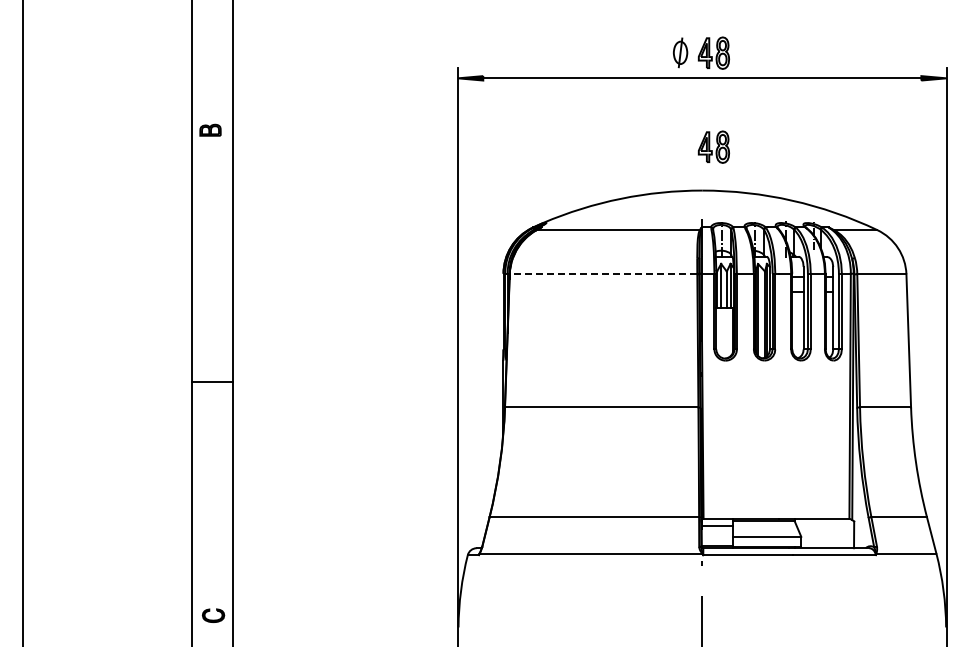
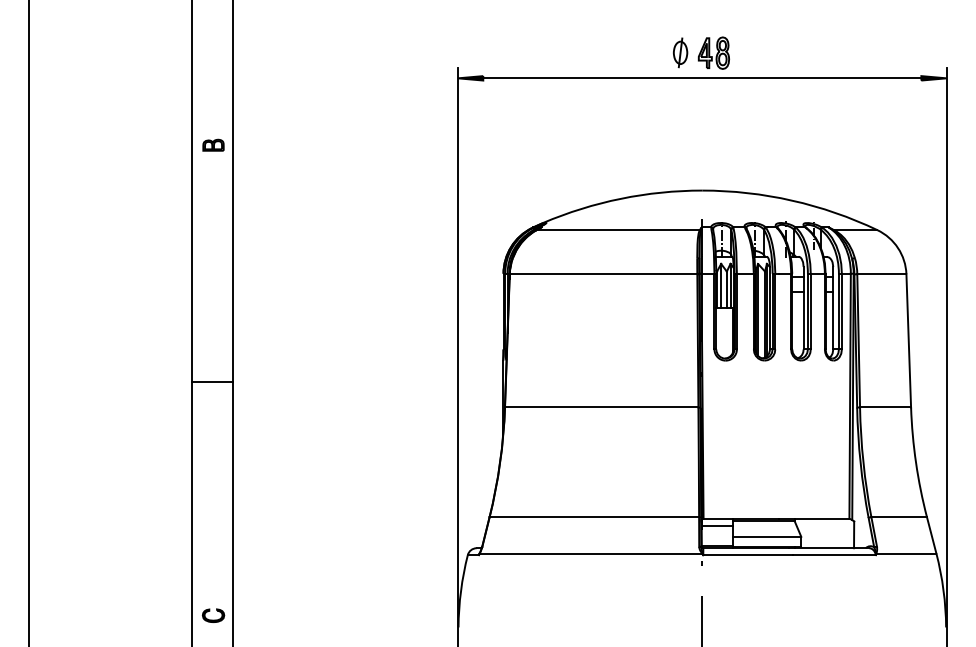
part at (210, 129) position: (210, 129) -> (213, 144)
part at (713, 146): present -> none
line at (603, 274): dashed -> solid
line at (23, 322) position: (23, 322) -> (29, 322)
